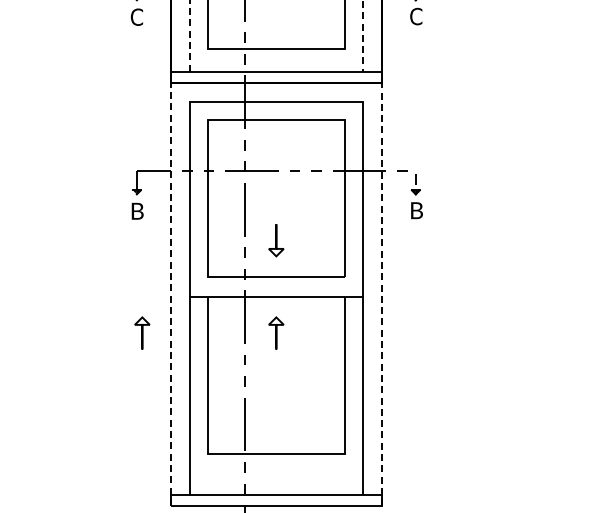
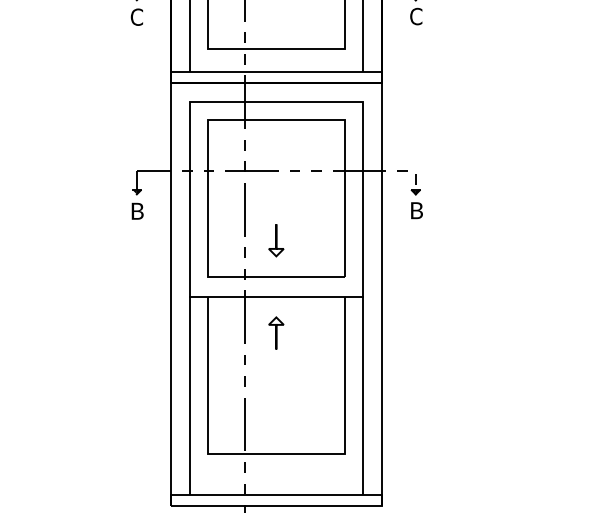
line at (362, 0): dashed -> solid
line at (276, 82): dashed -> solid
part at (142, 332): present -> none
